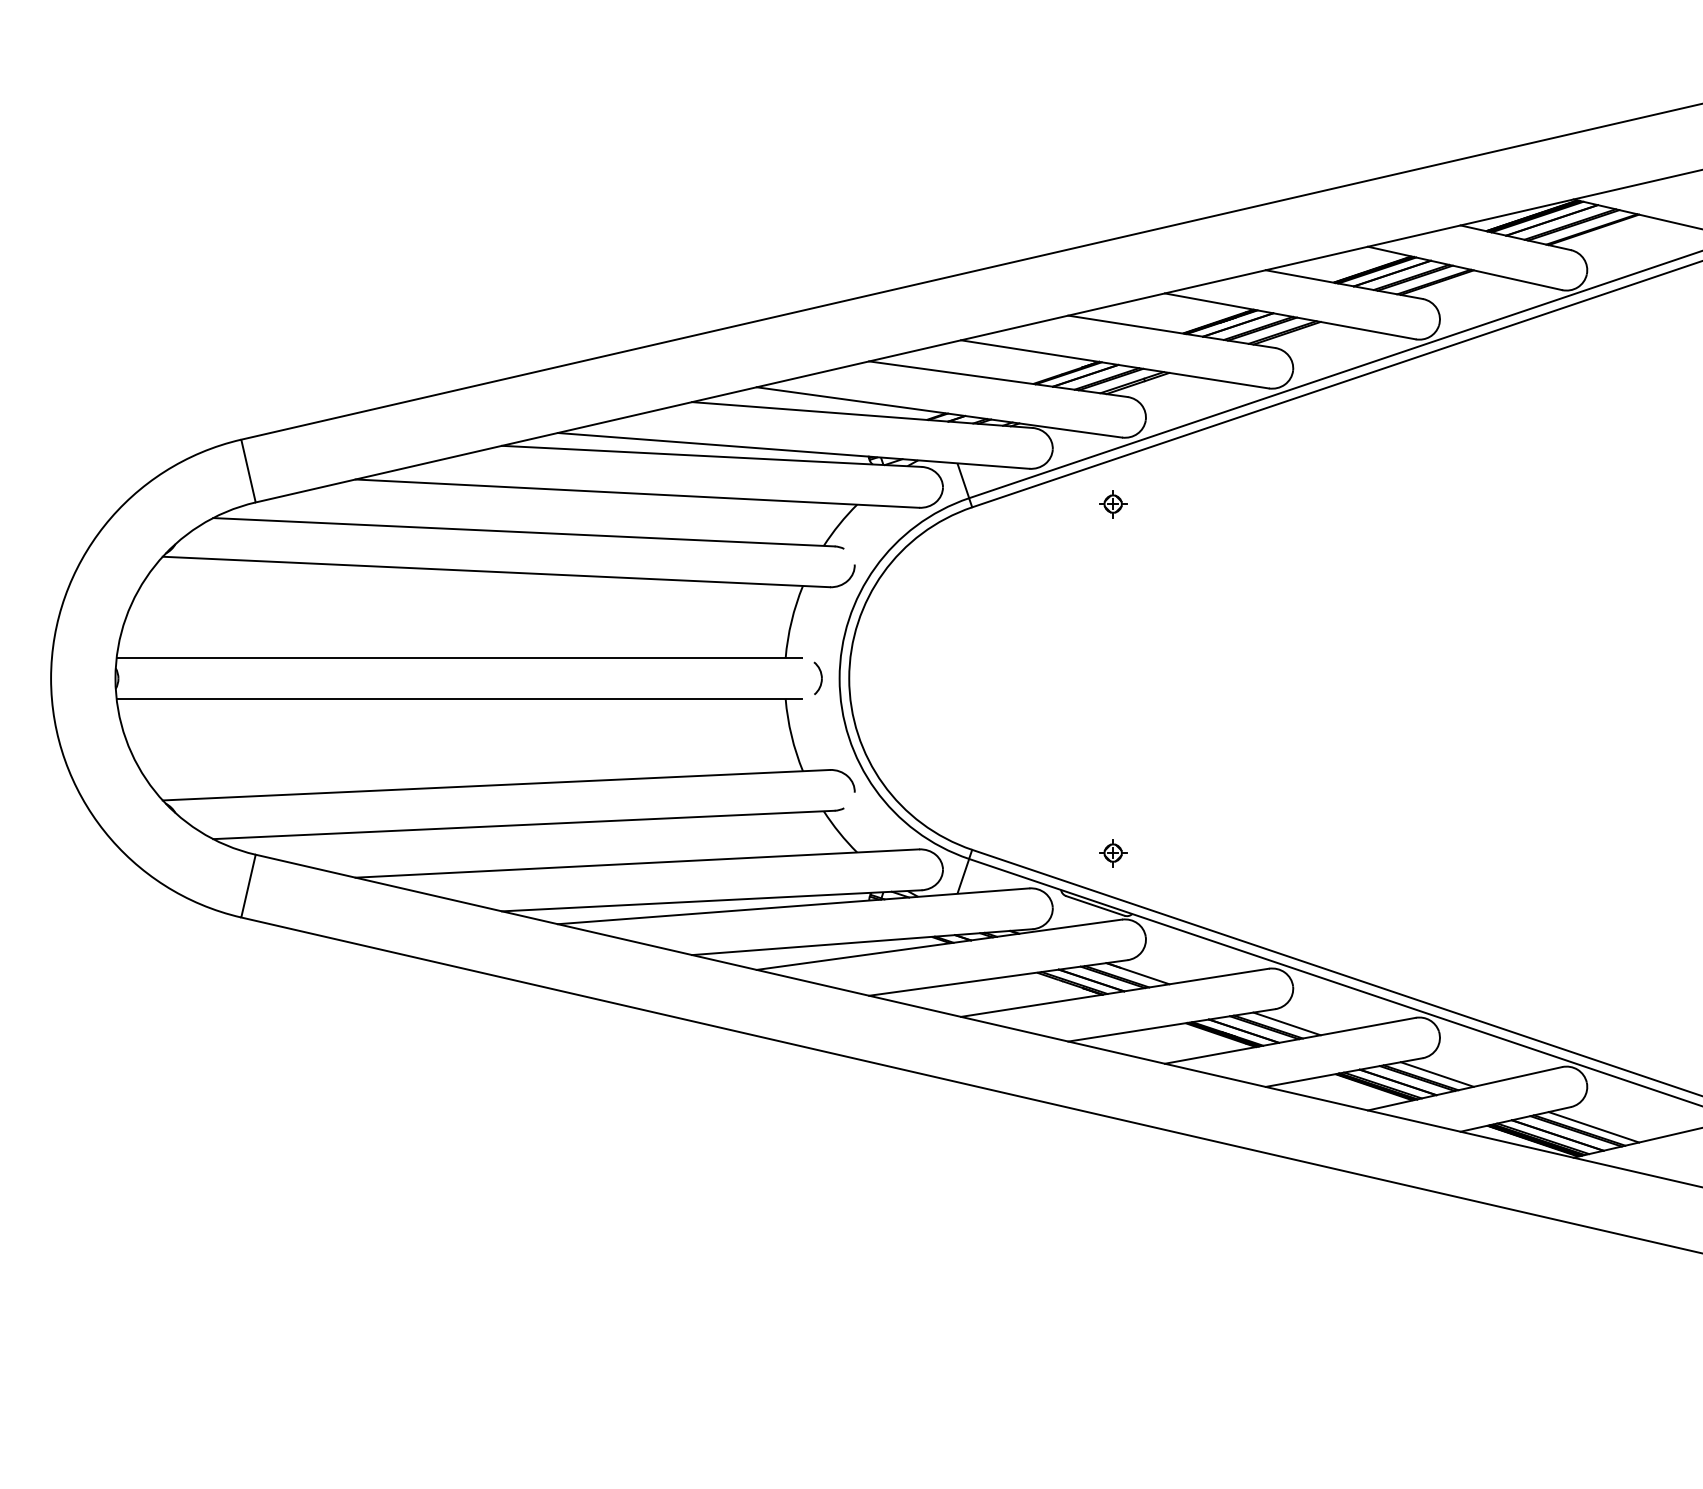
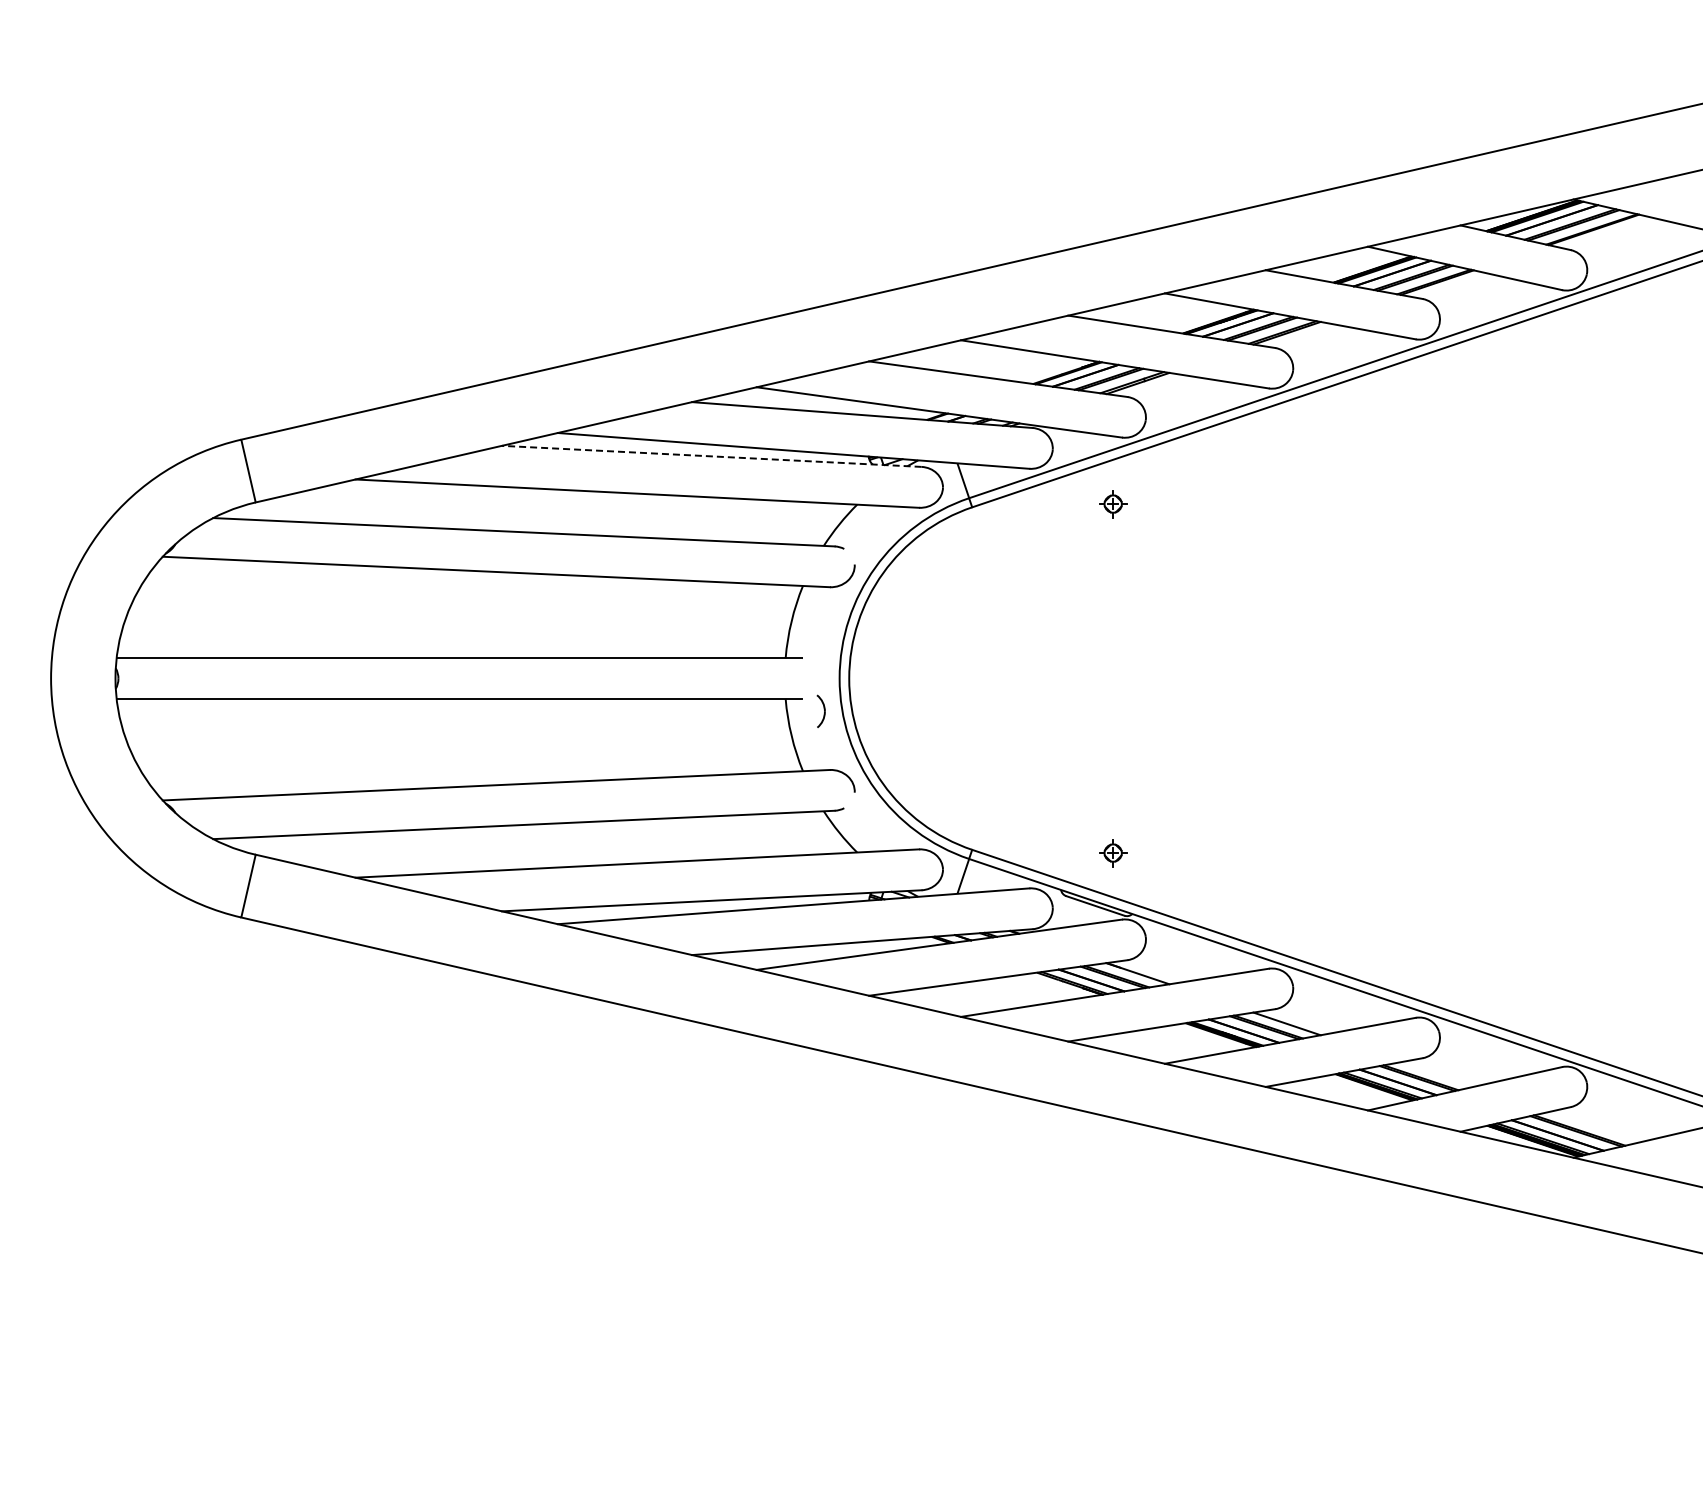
line at (711, 456): solid -> dashed
part at (817, 677) position: (817, 677) -> (820, 710)
line at (1436, 1074): present -> none
line at (1593, 1127): present -> none
